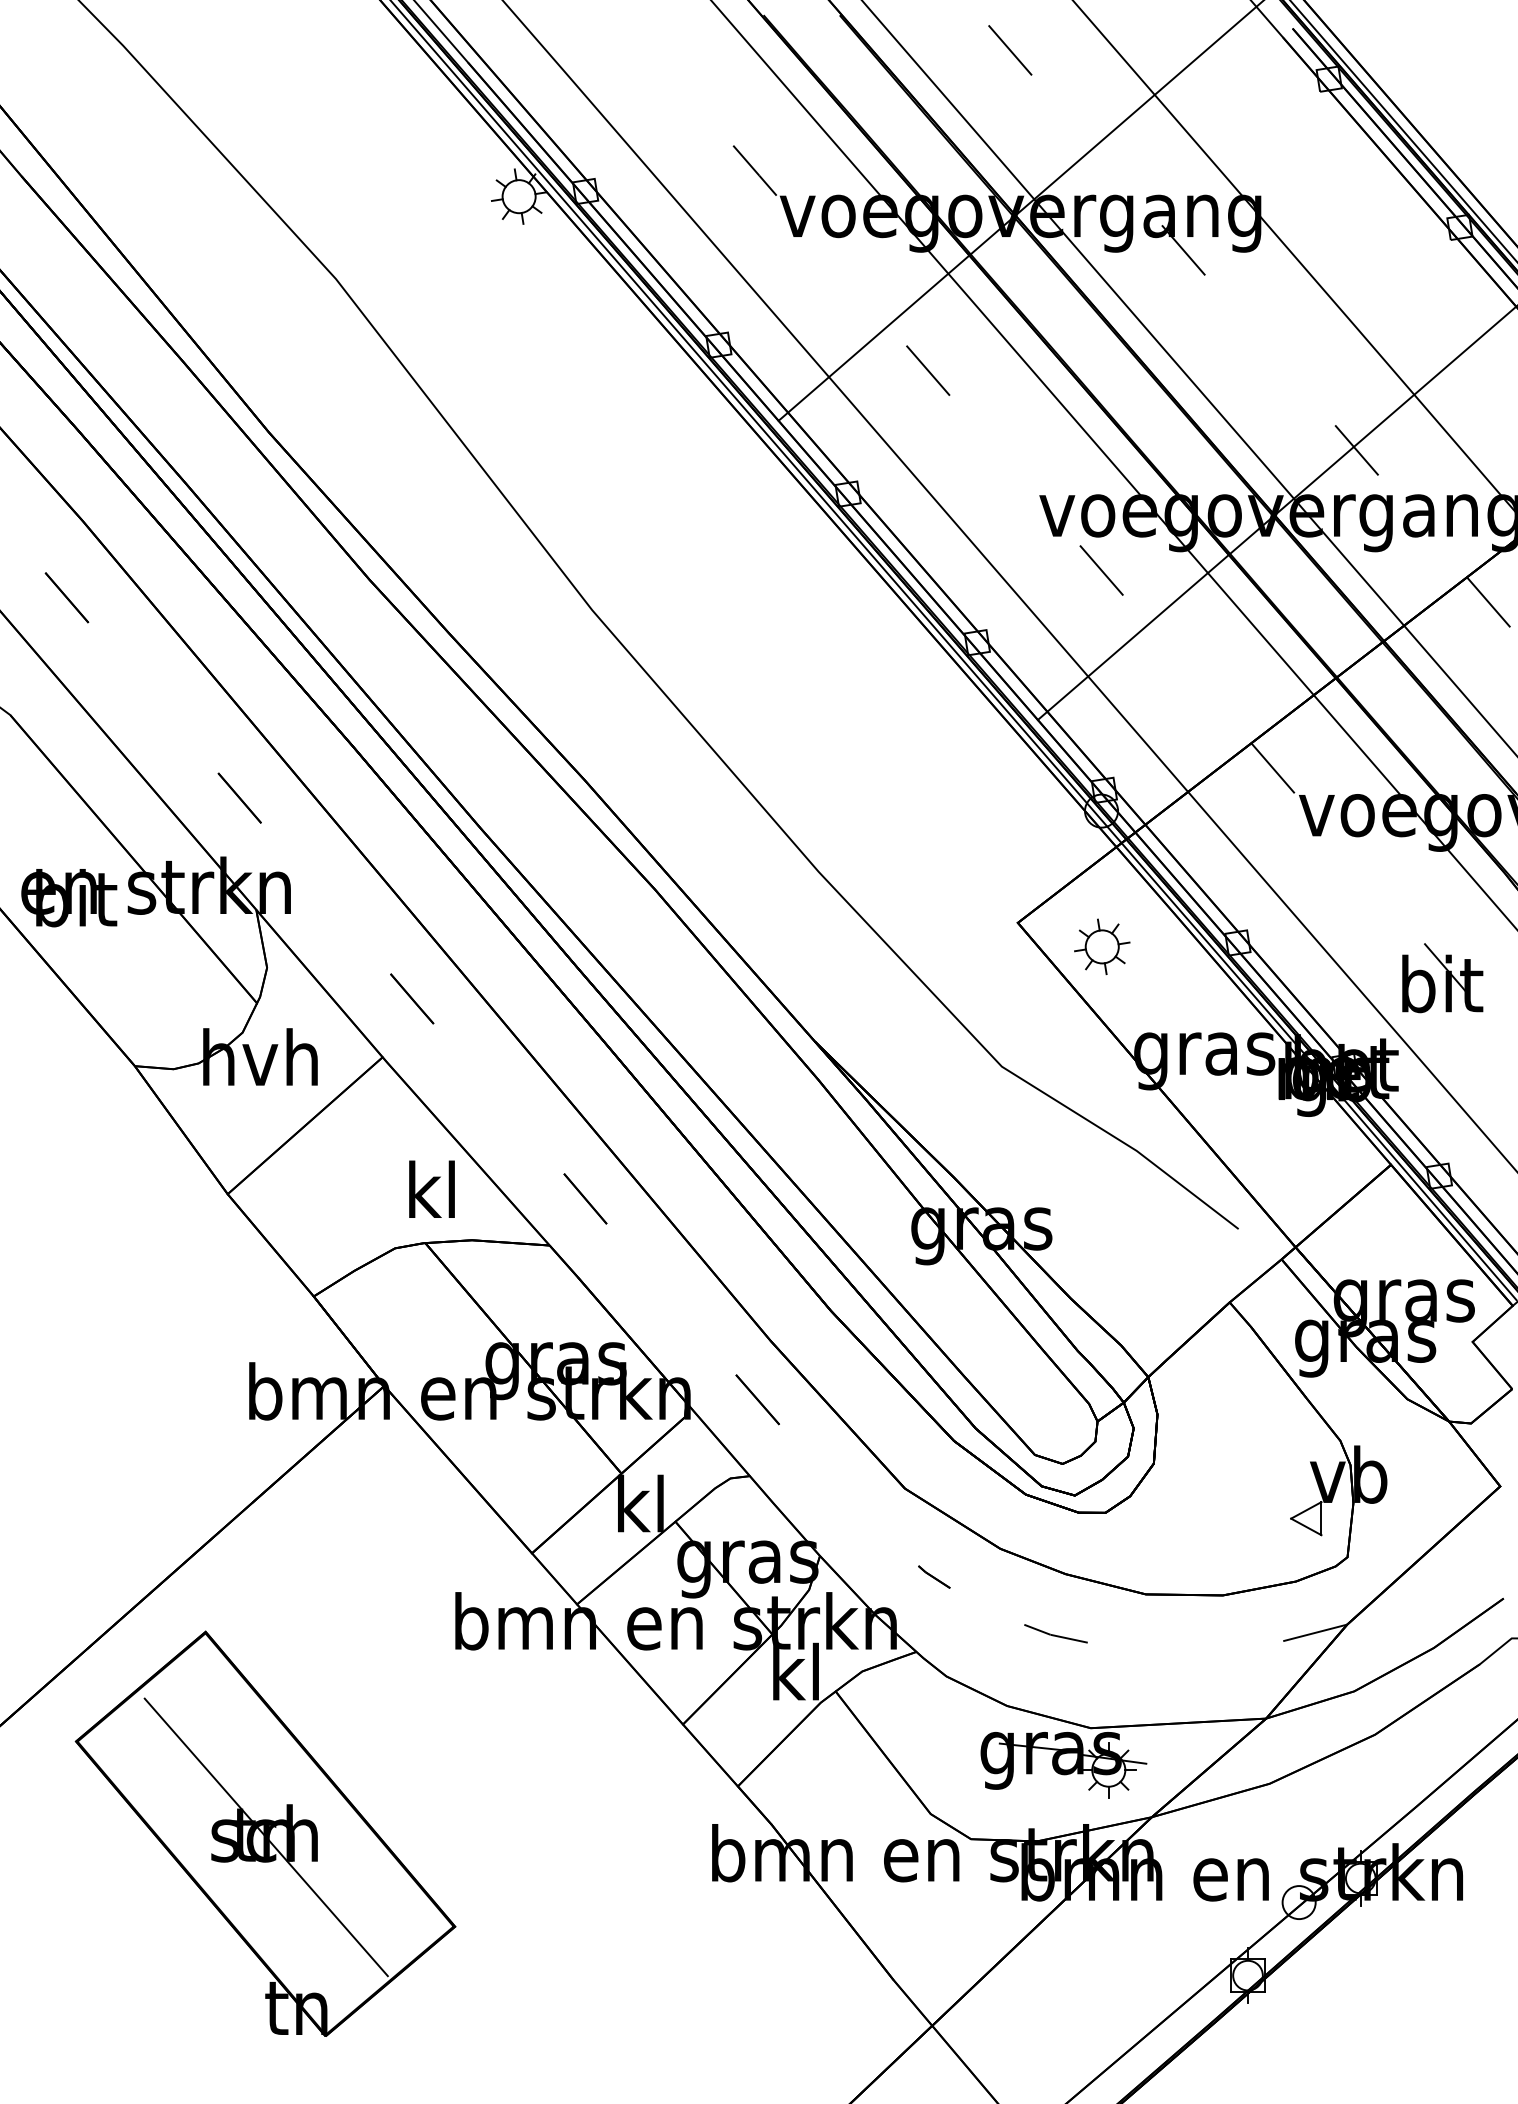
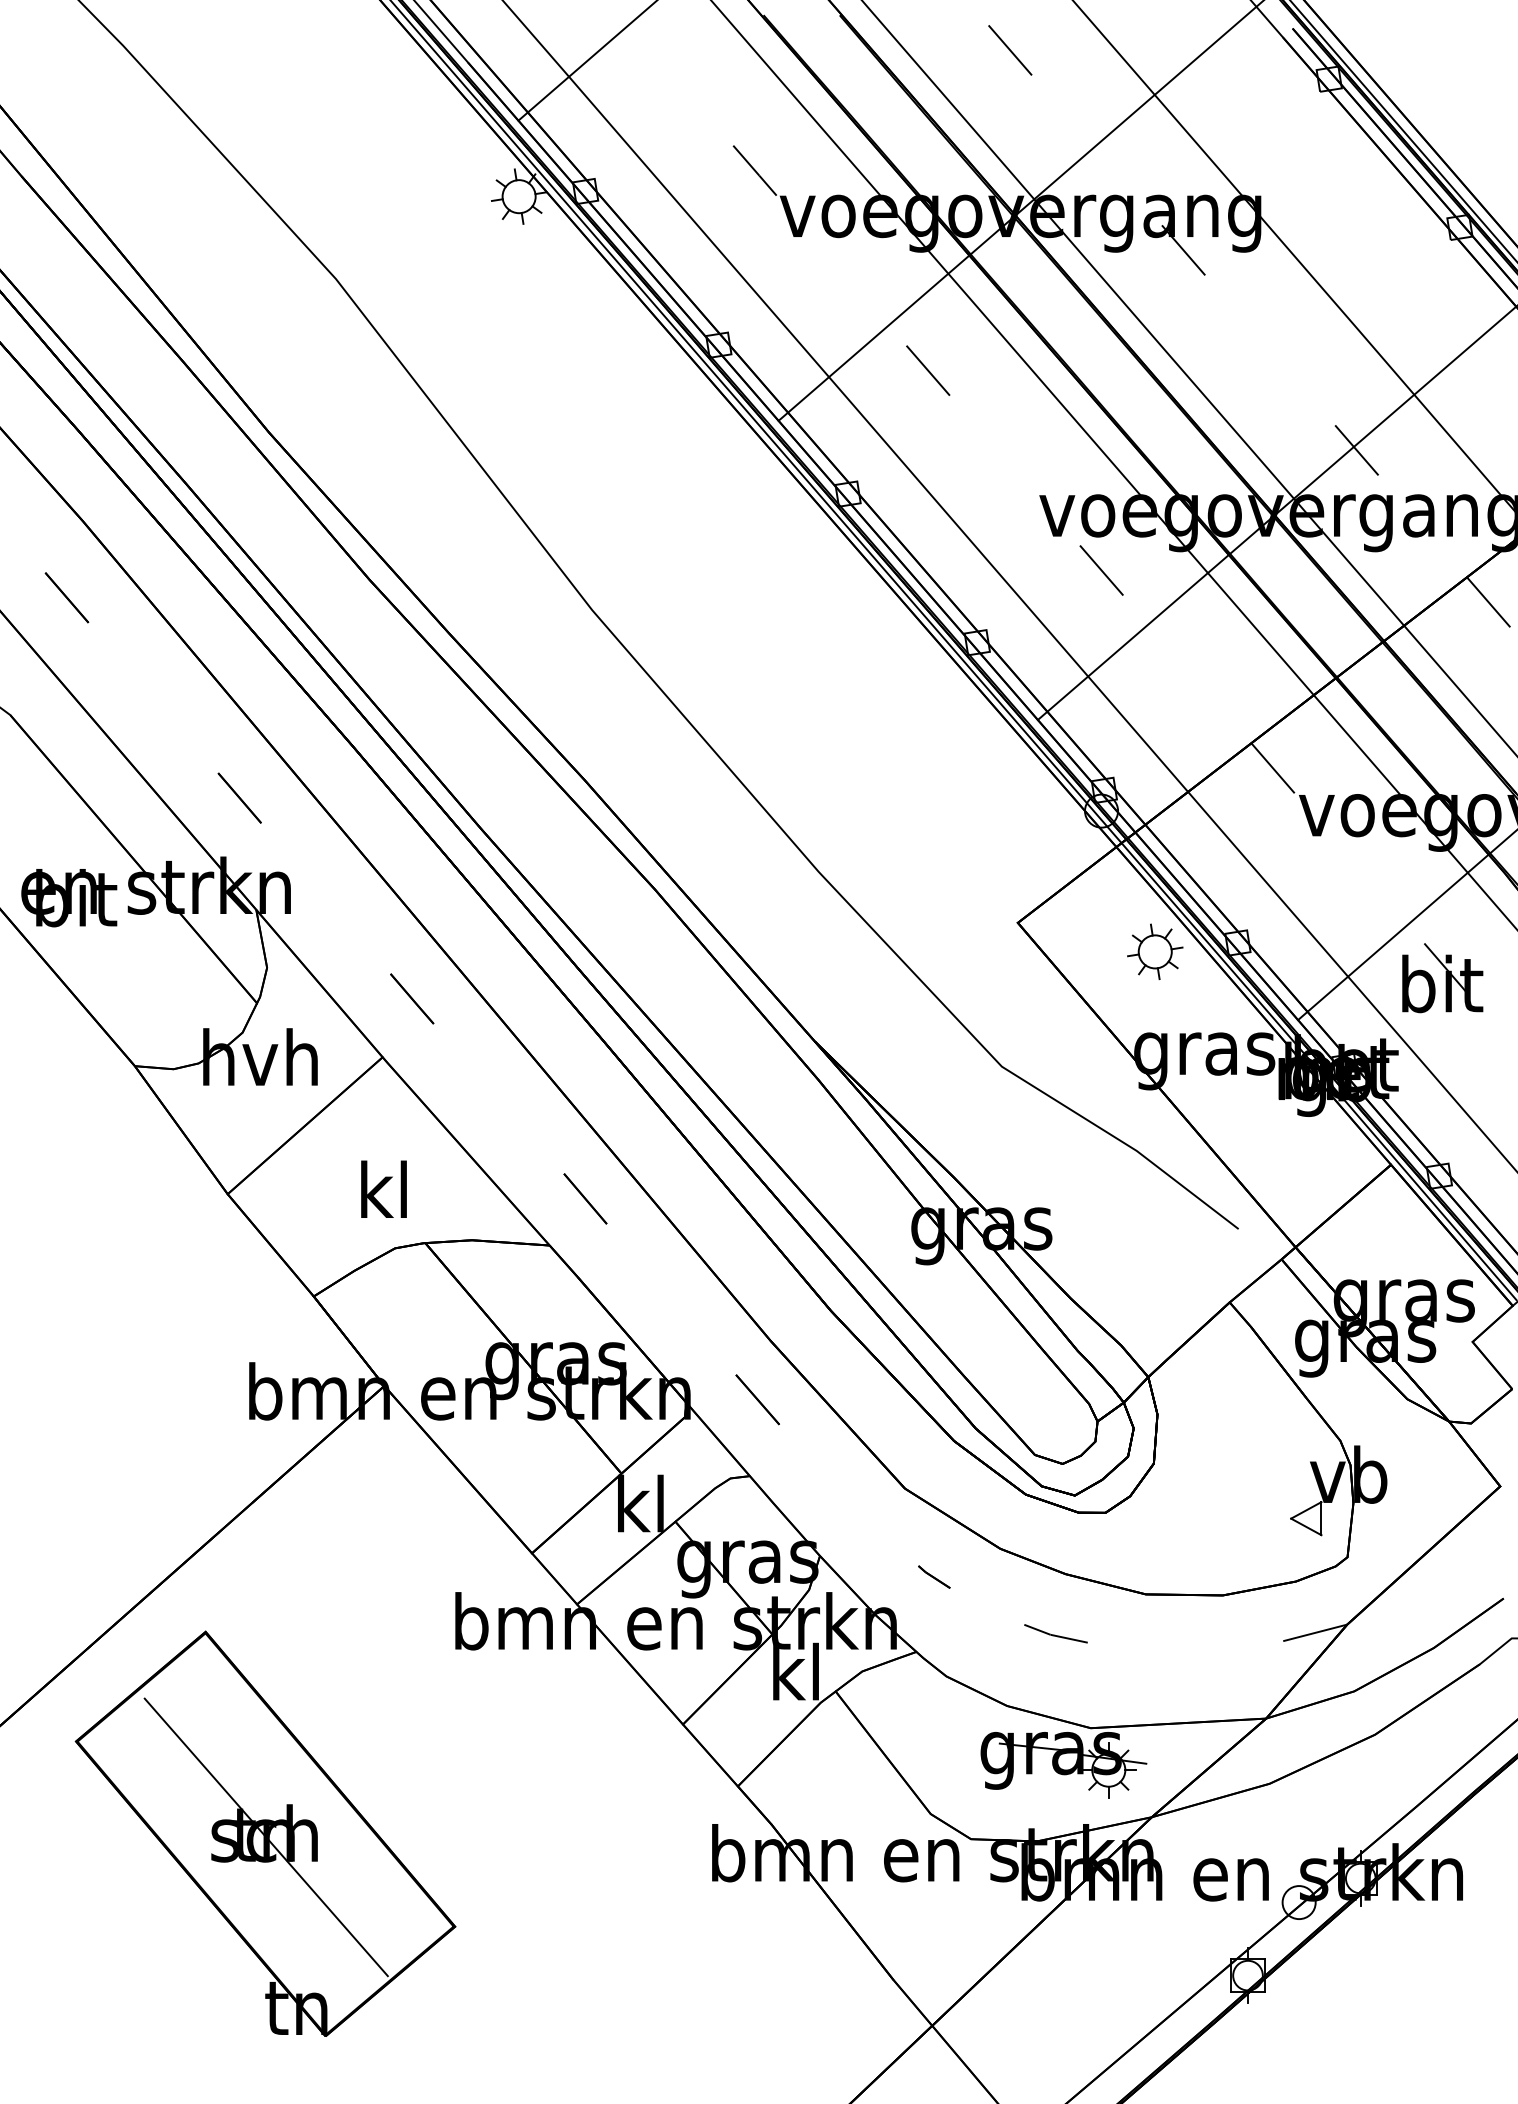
line at (586, 61): none -> present
line at (1406, 926): none -> present
part at (1102, 946) position: (1102, 946) -> (1155, 951)
text at (431, 1188) position: (431, 1188) -> (383, 1188)
